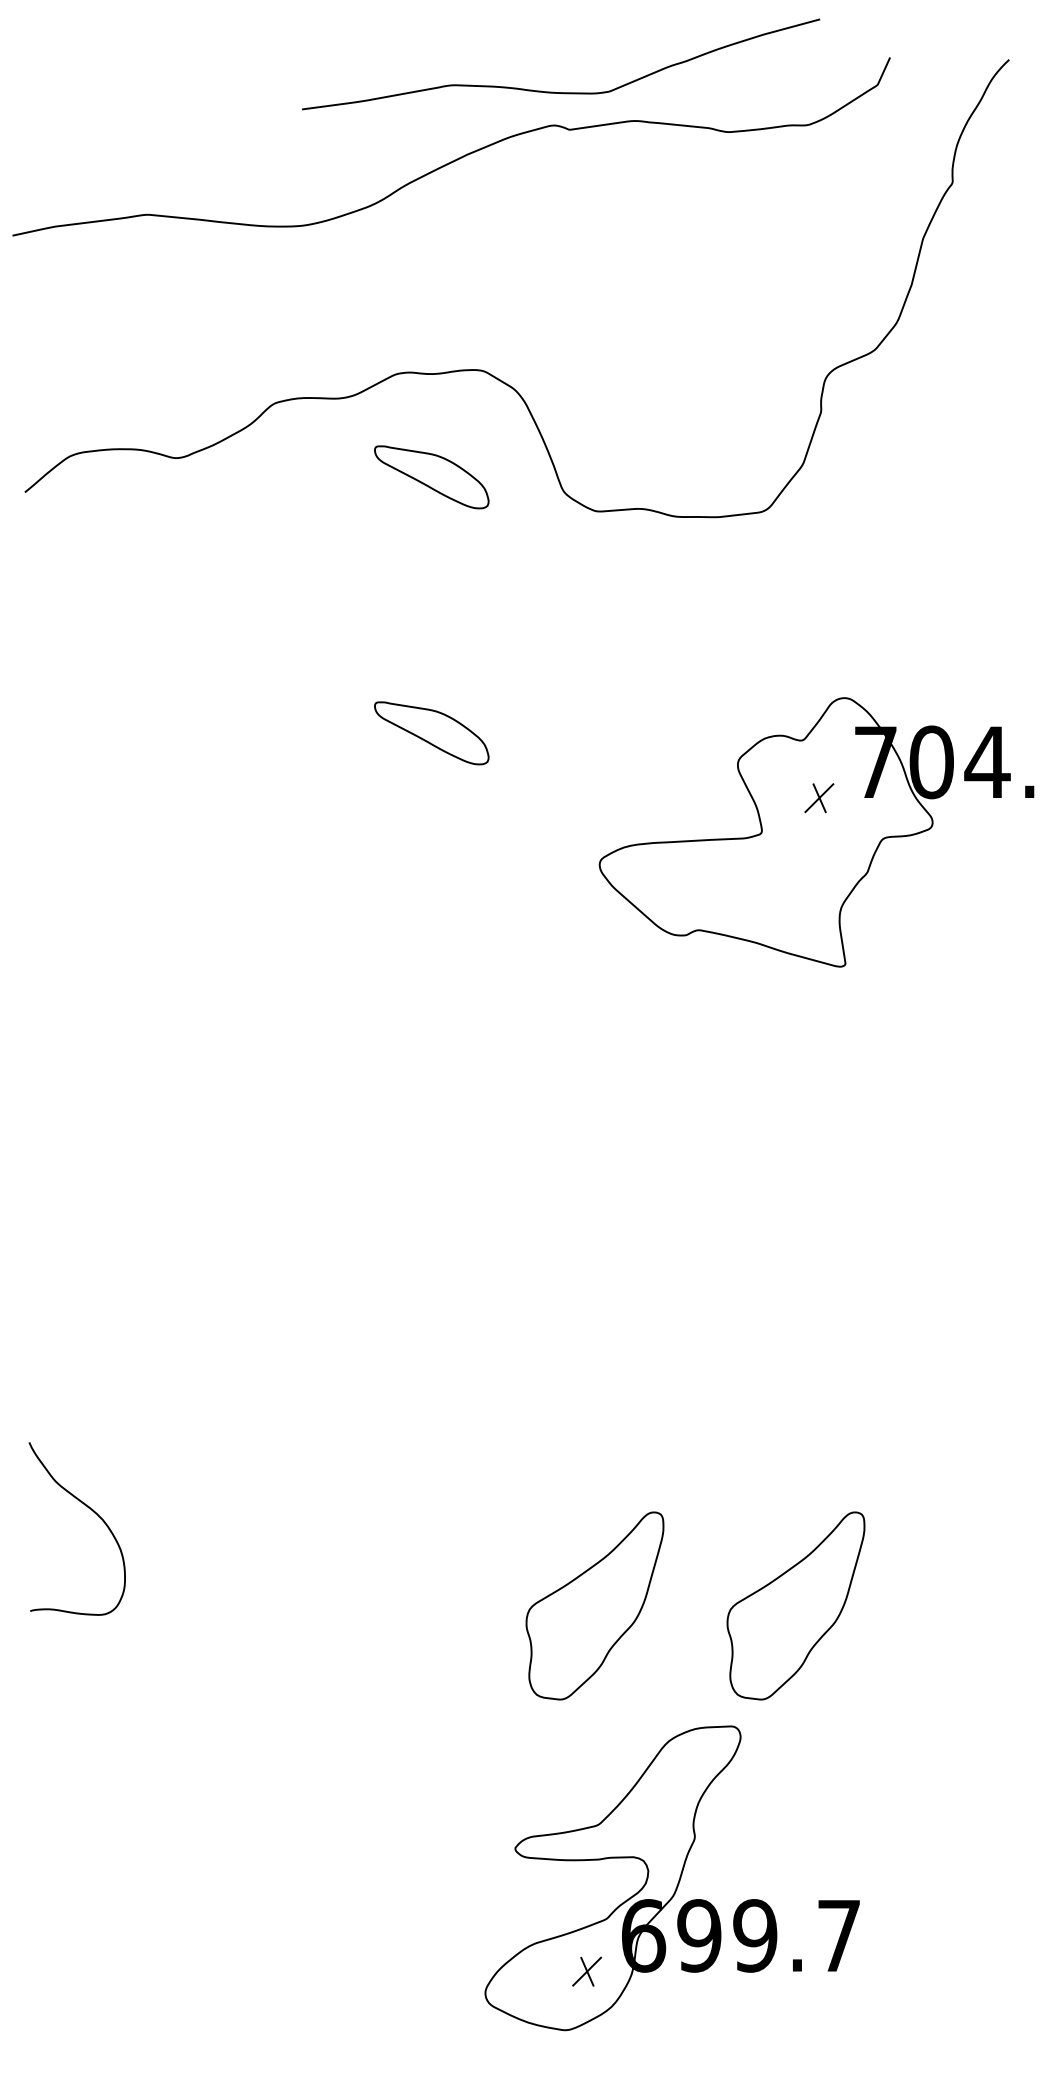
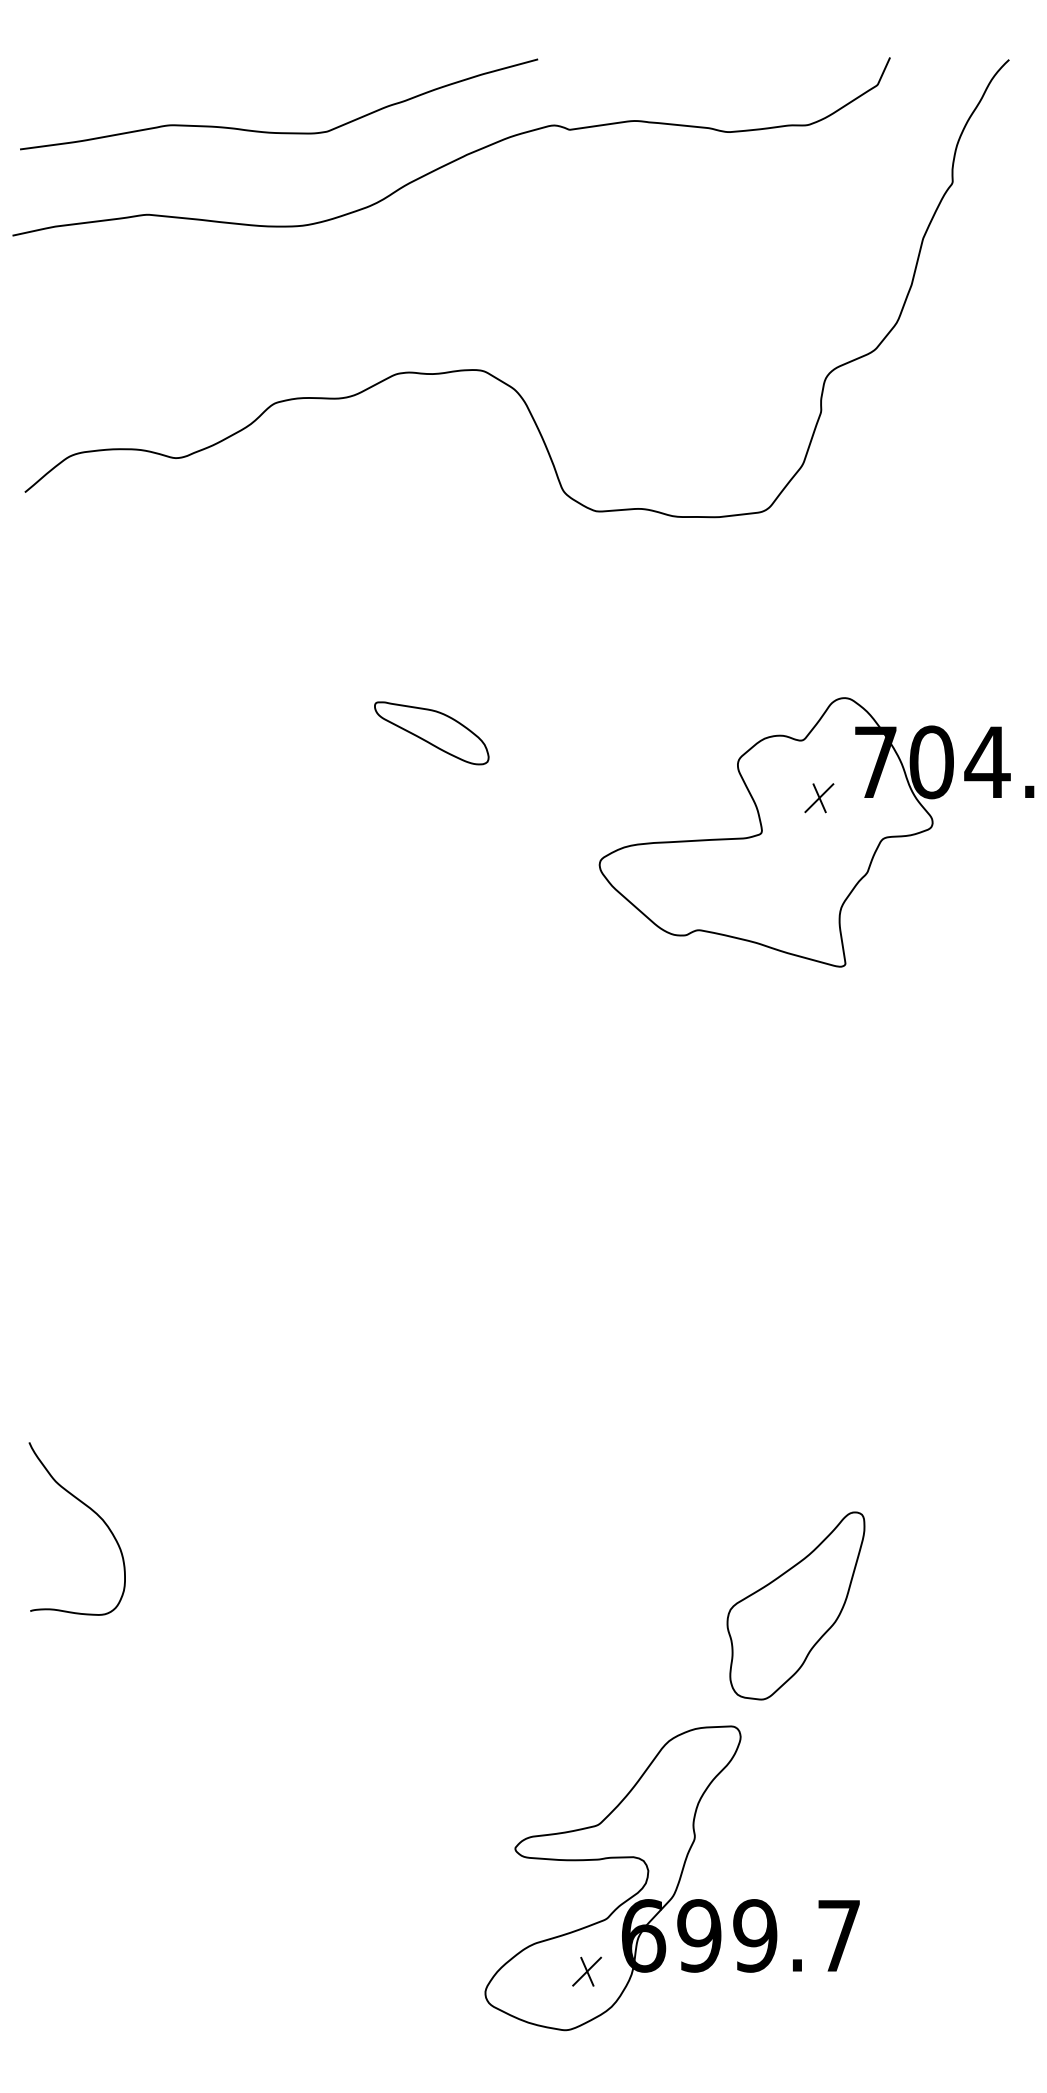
curve at (561, 92) position: (561, 92) -> (279, 132)
part at (431, 477): present -> none
part at (594, 1605): present -> none
